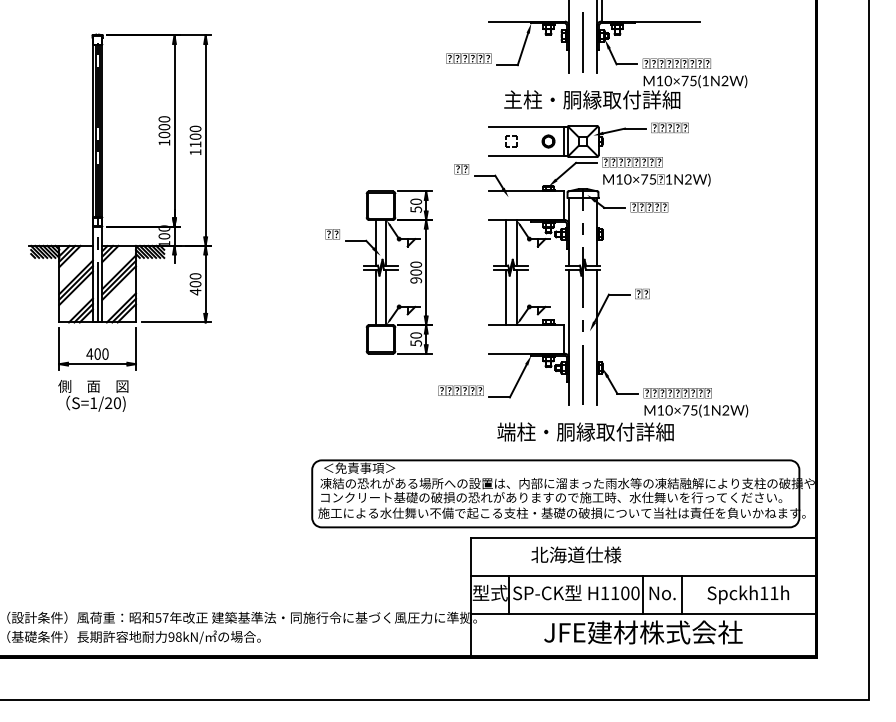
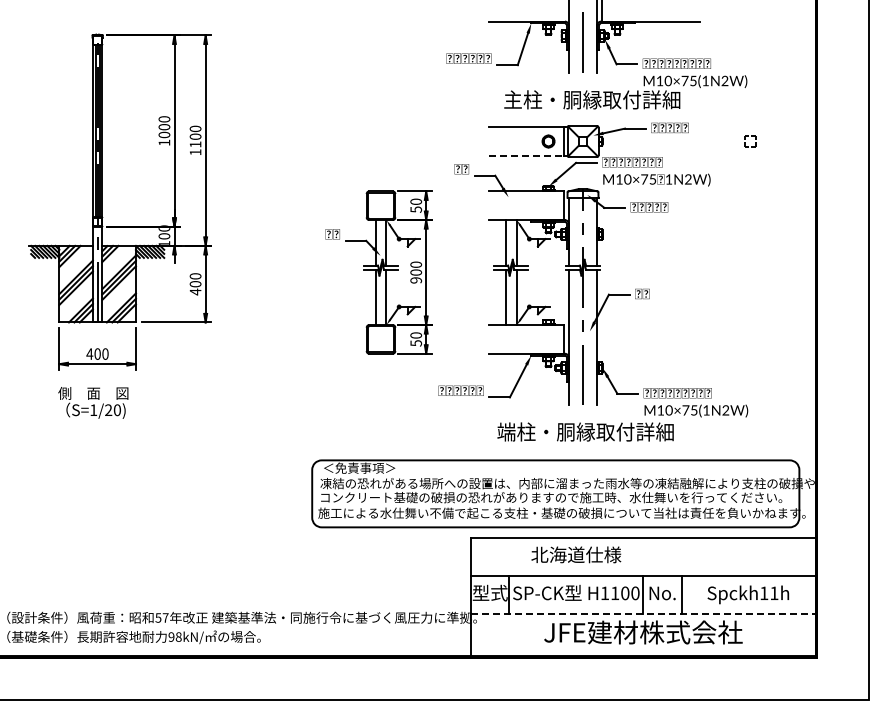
part at (511, 141) position: (511, 141) -> (750, 141)
line at (527, 155): solid -> dashed
text at (93, 395) position: (93, 395) -> (93, 402)
line at (643, 614): solid -> dashed
